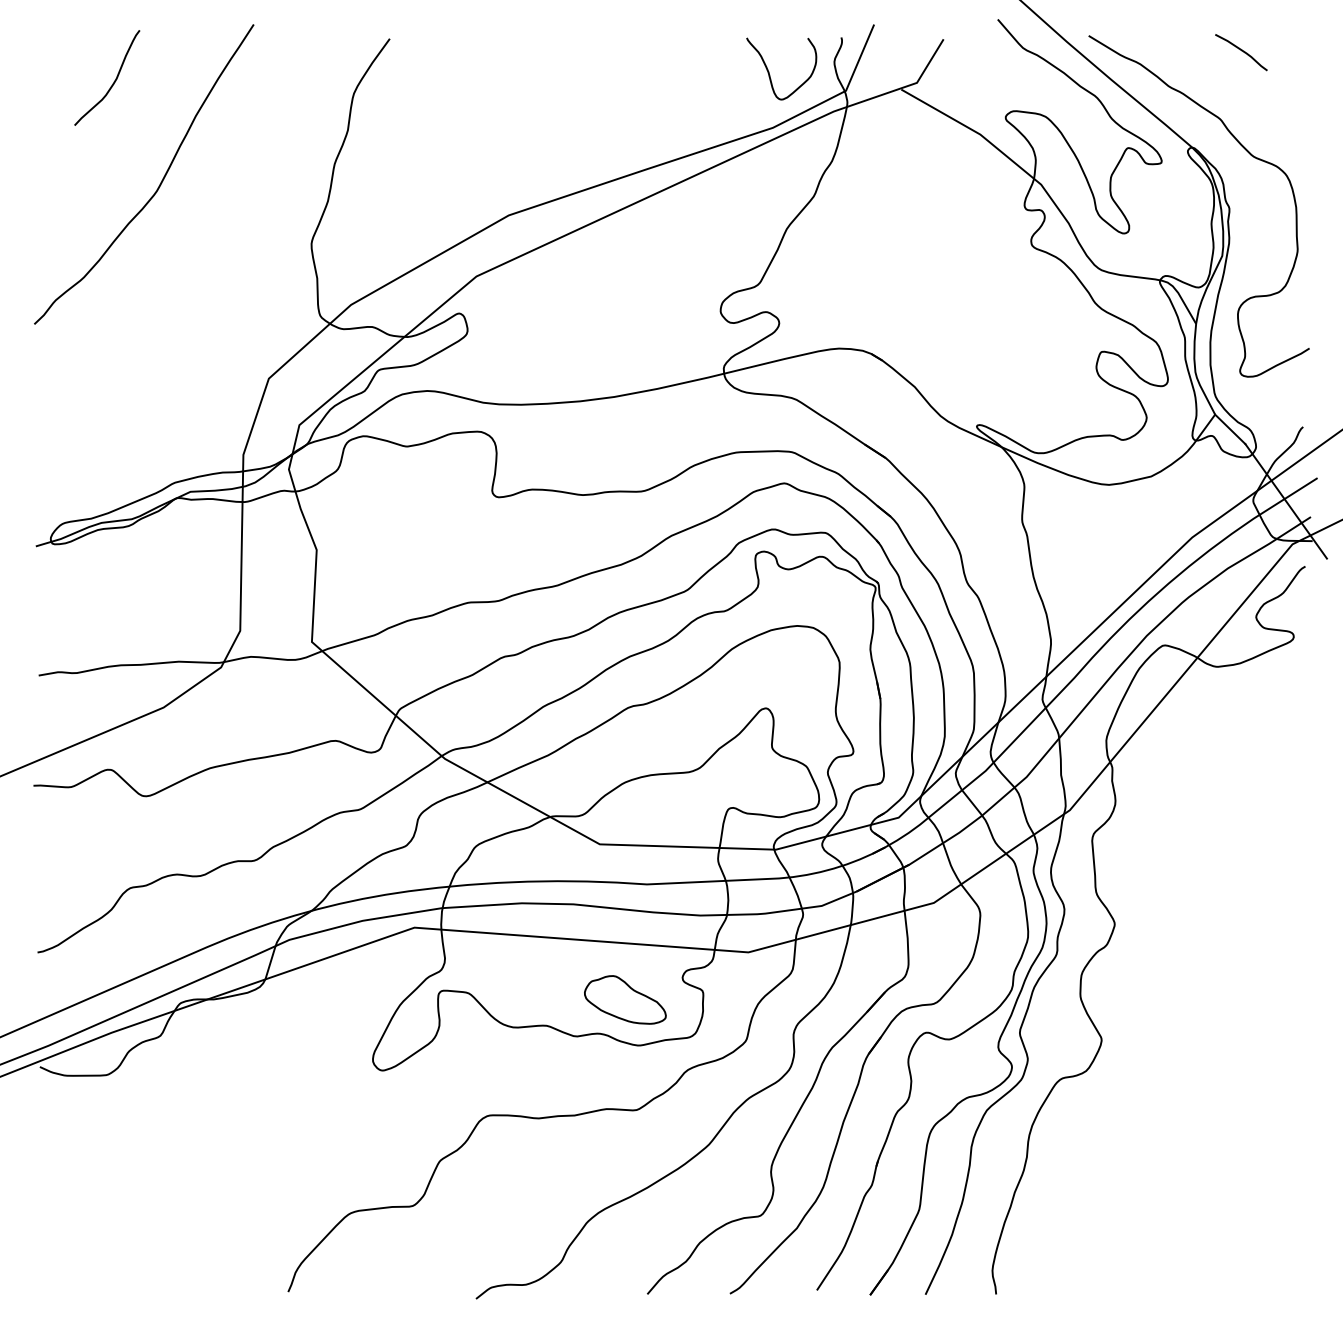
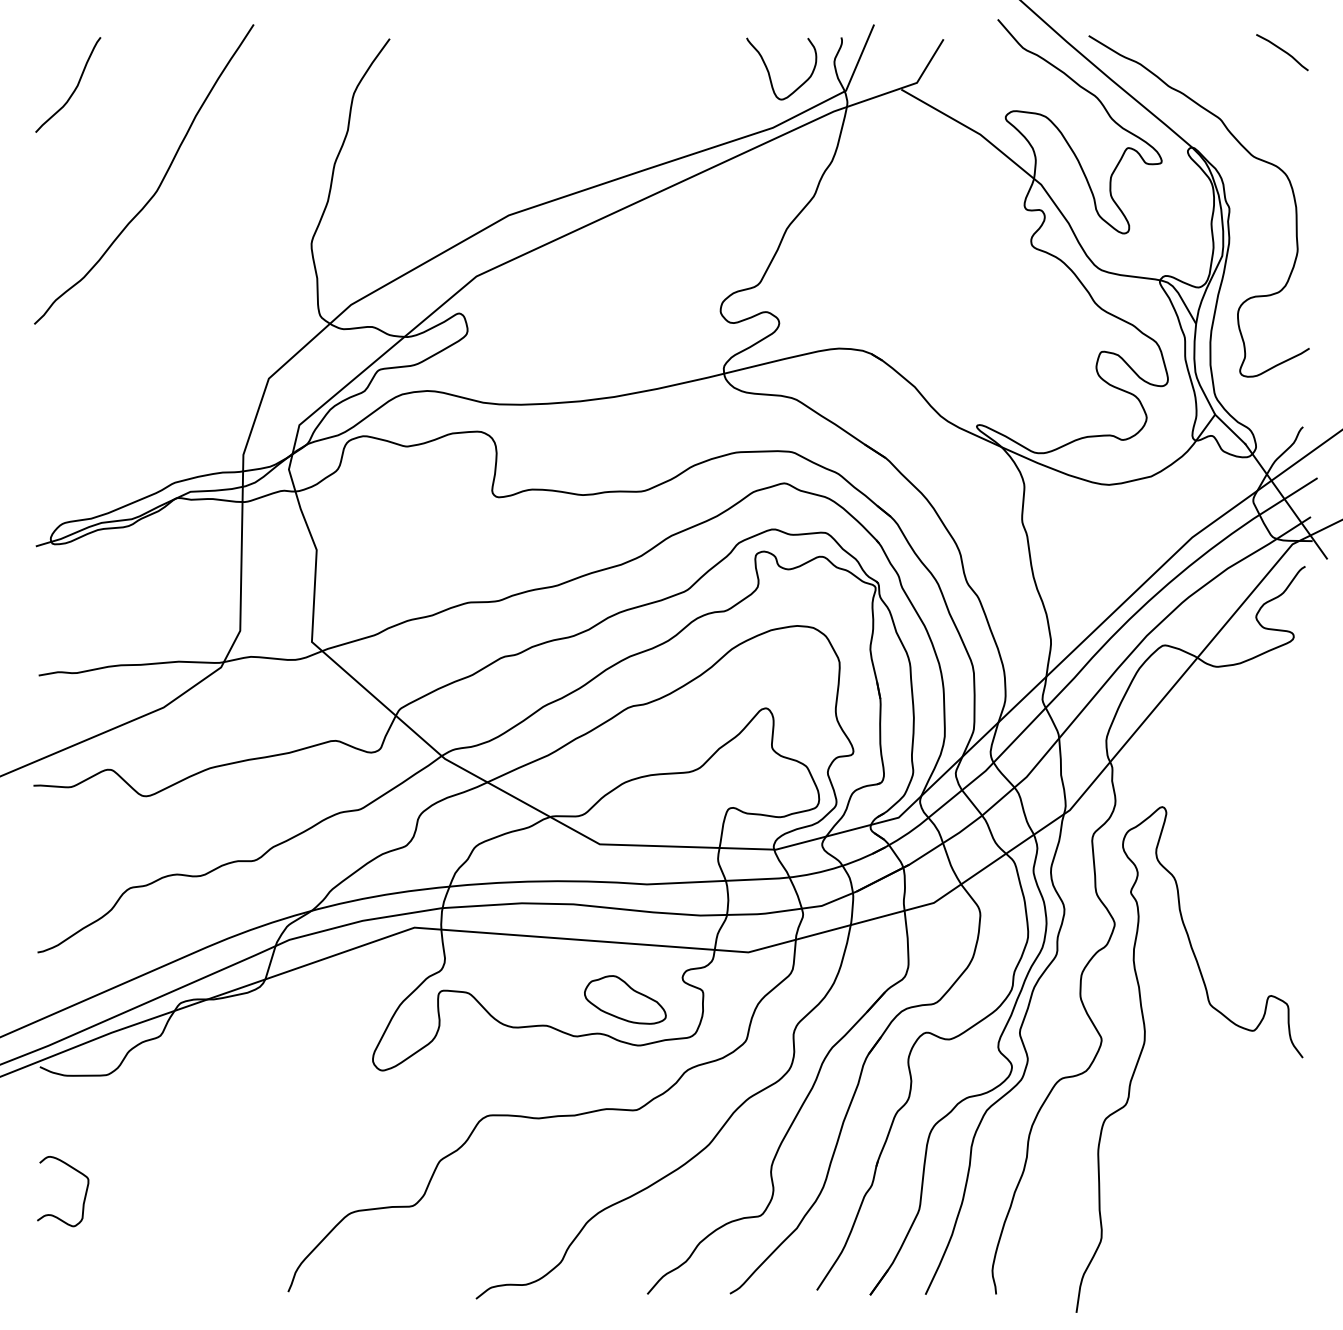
curve at (1241, 51) position: (1241, 51) -> (1282, 51)
curve at (113, 81) position: (113, 81) -> (74, 88)
curve at (1145, 1043): none -> present
curve at (84, 1195): none -> present
